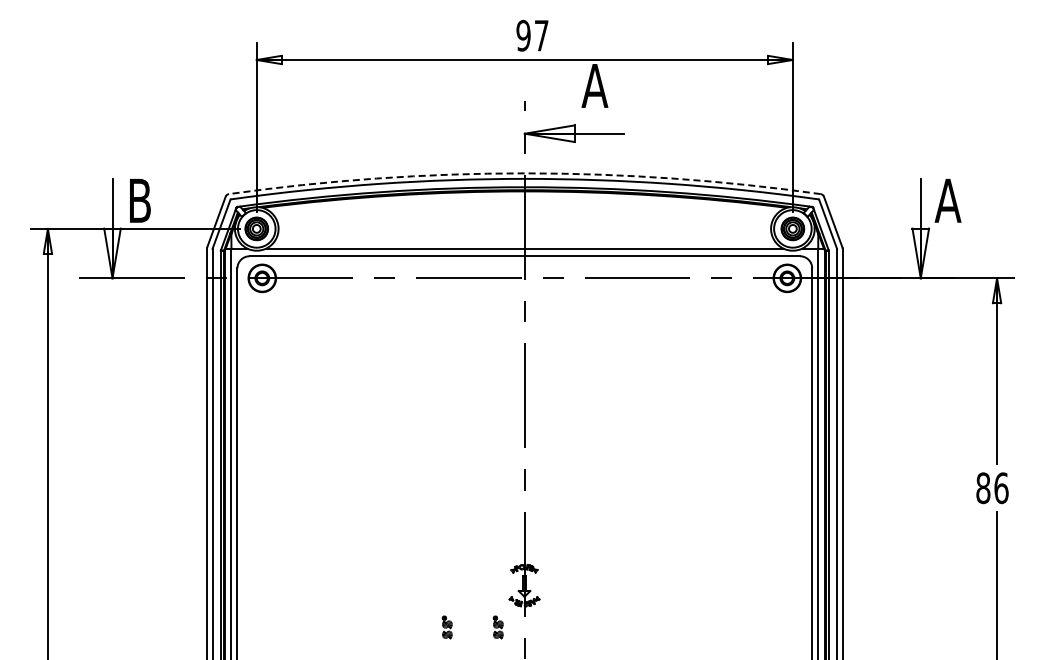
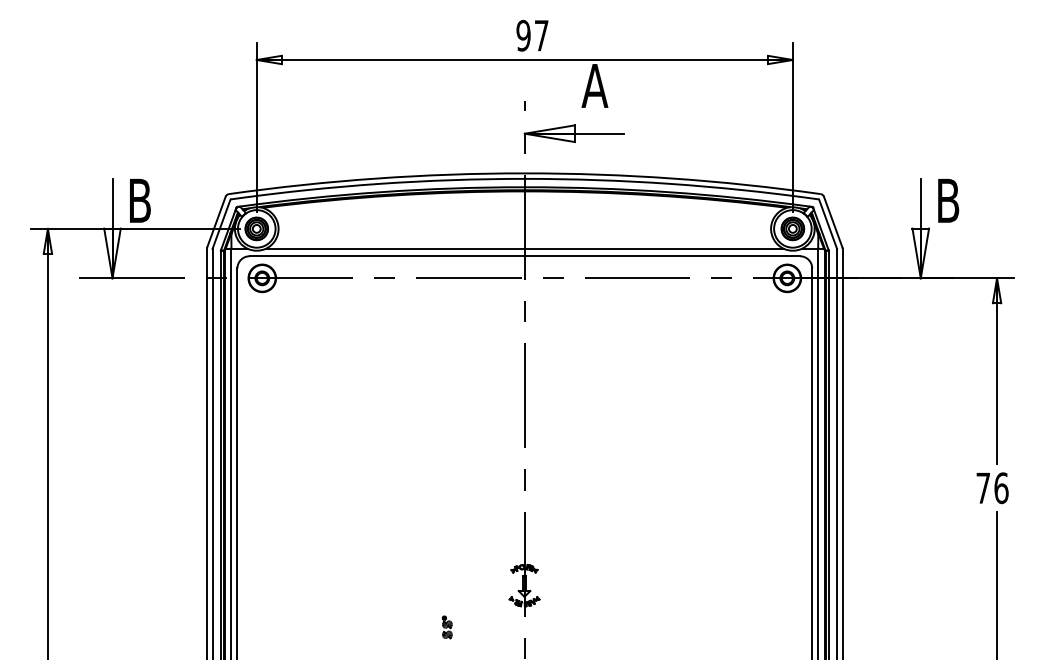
arc at (524, 173): dashed -> solid
text at (947, 200): A -> B
text at (983, 488): 86 -> 76
part at (497, 627): present -> none
